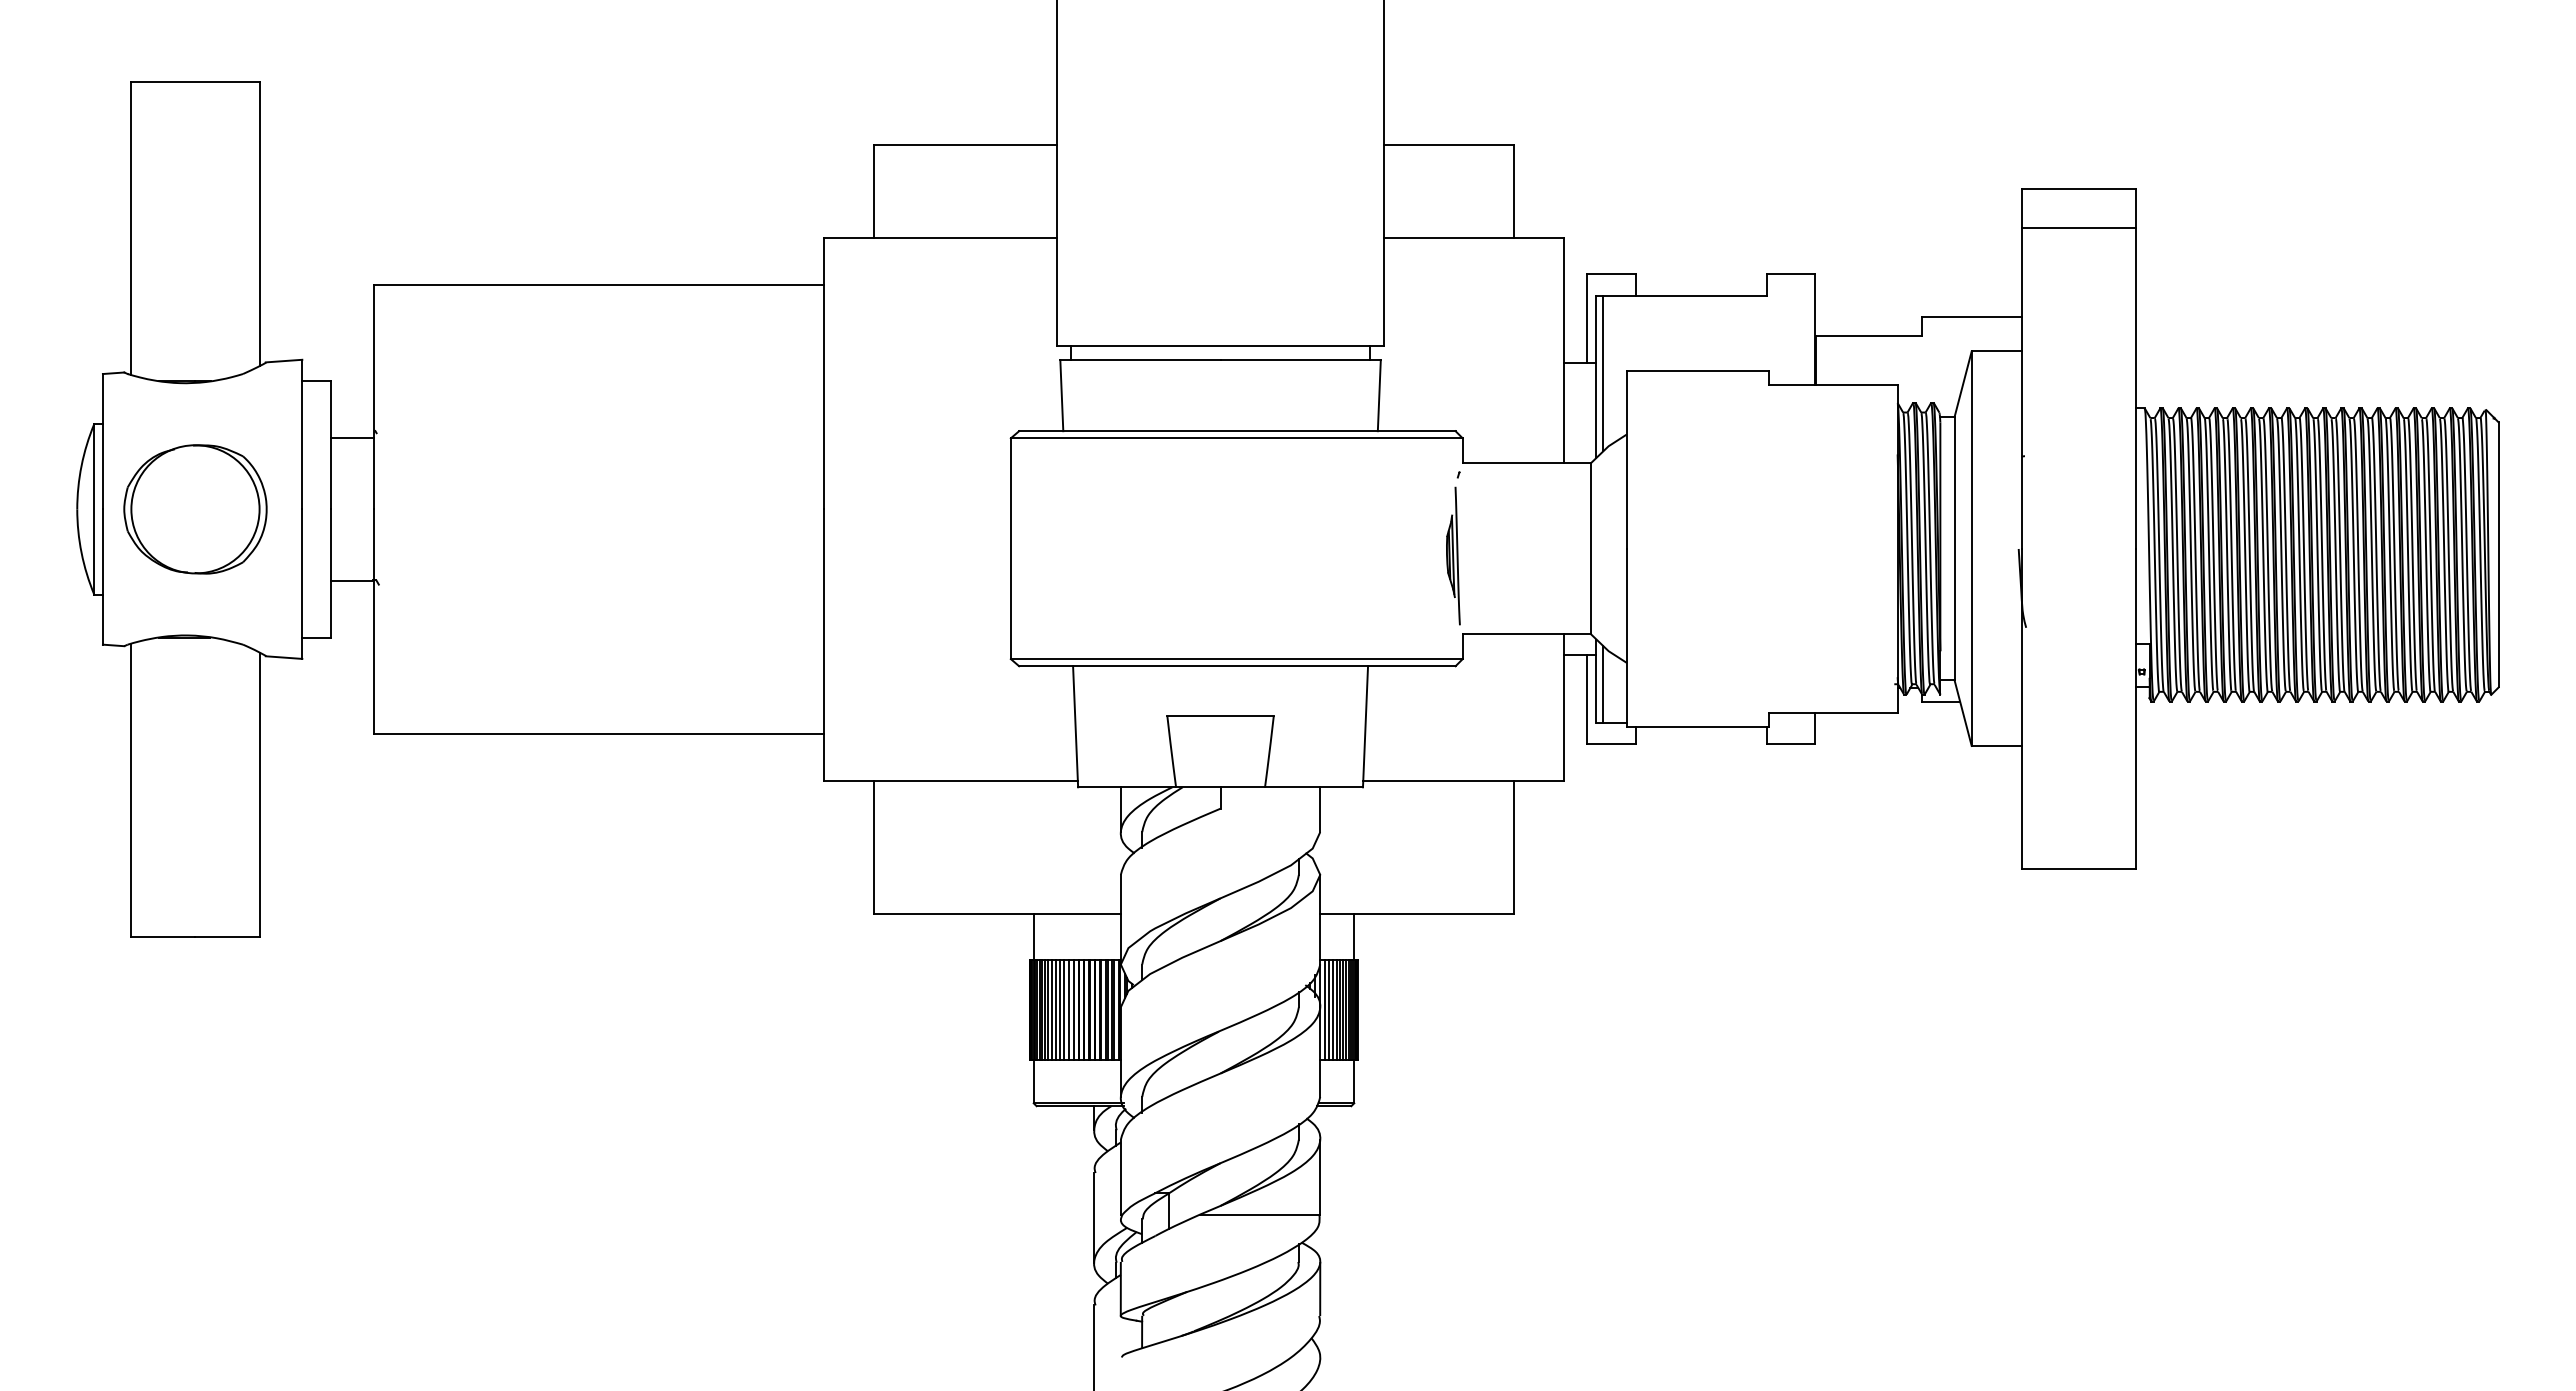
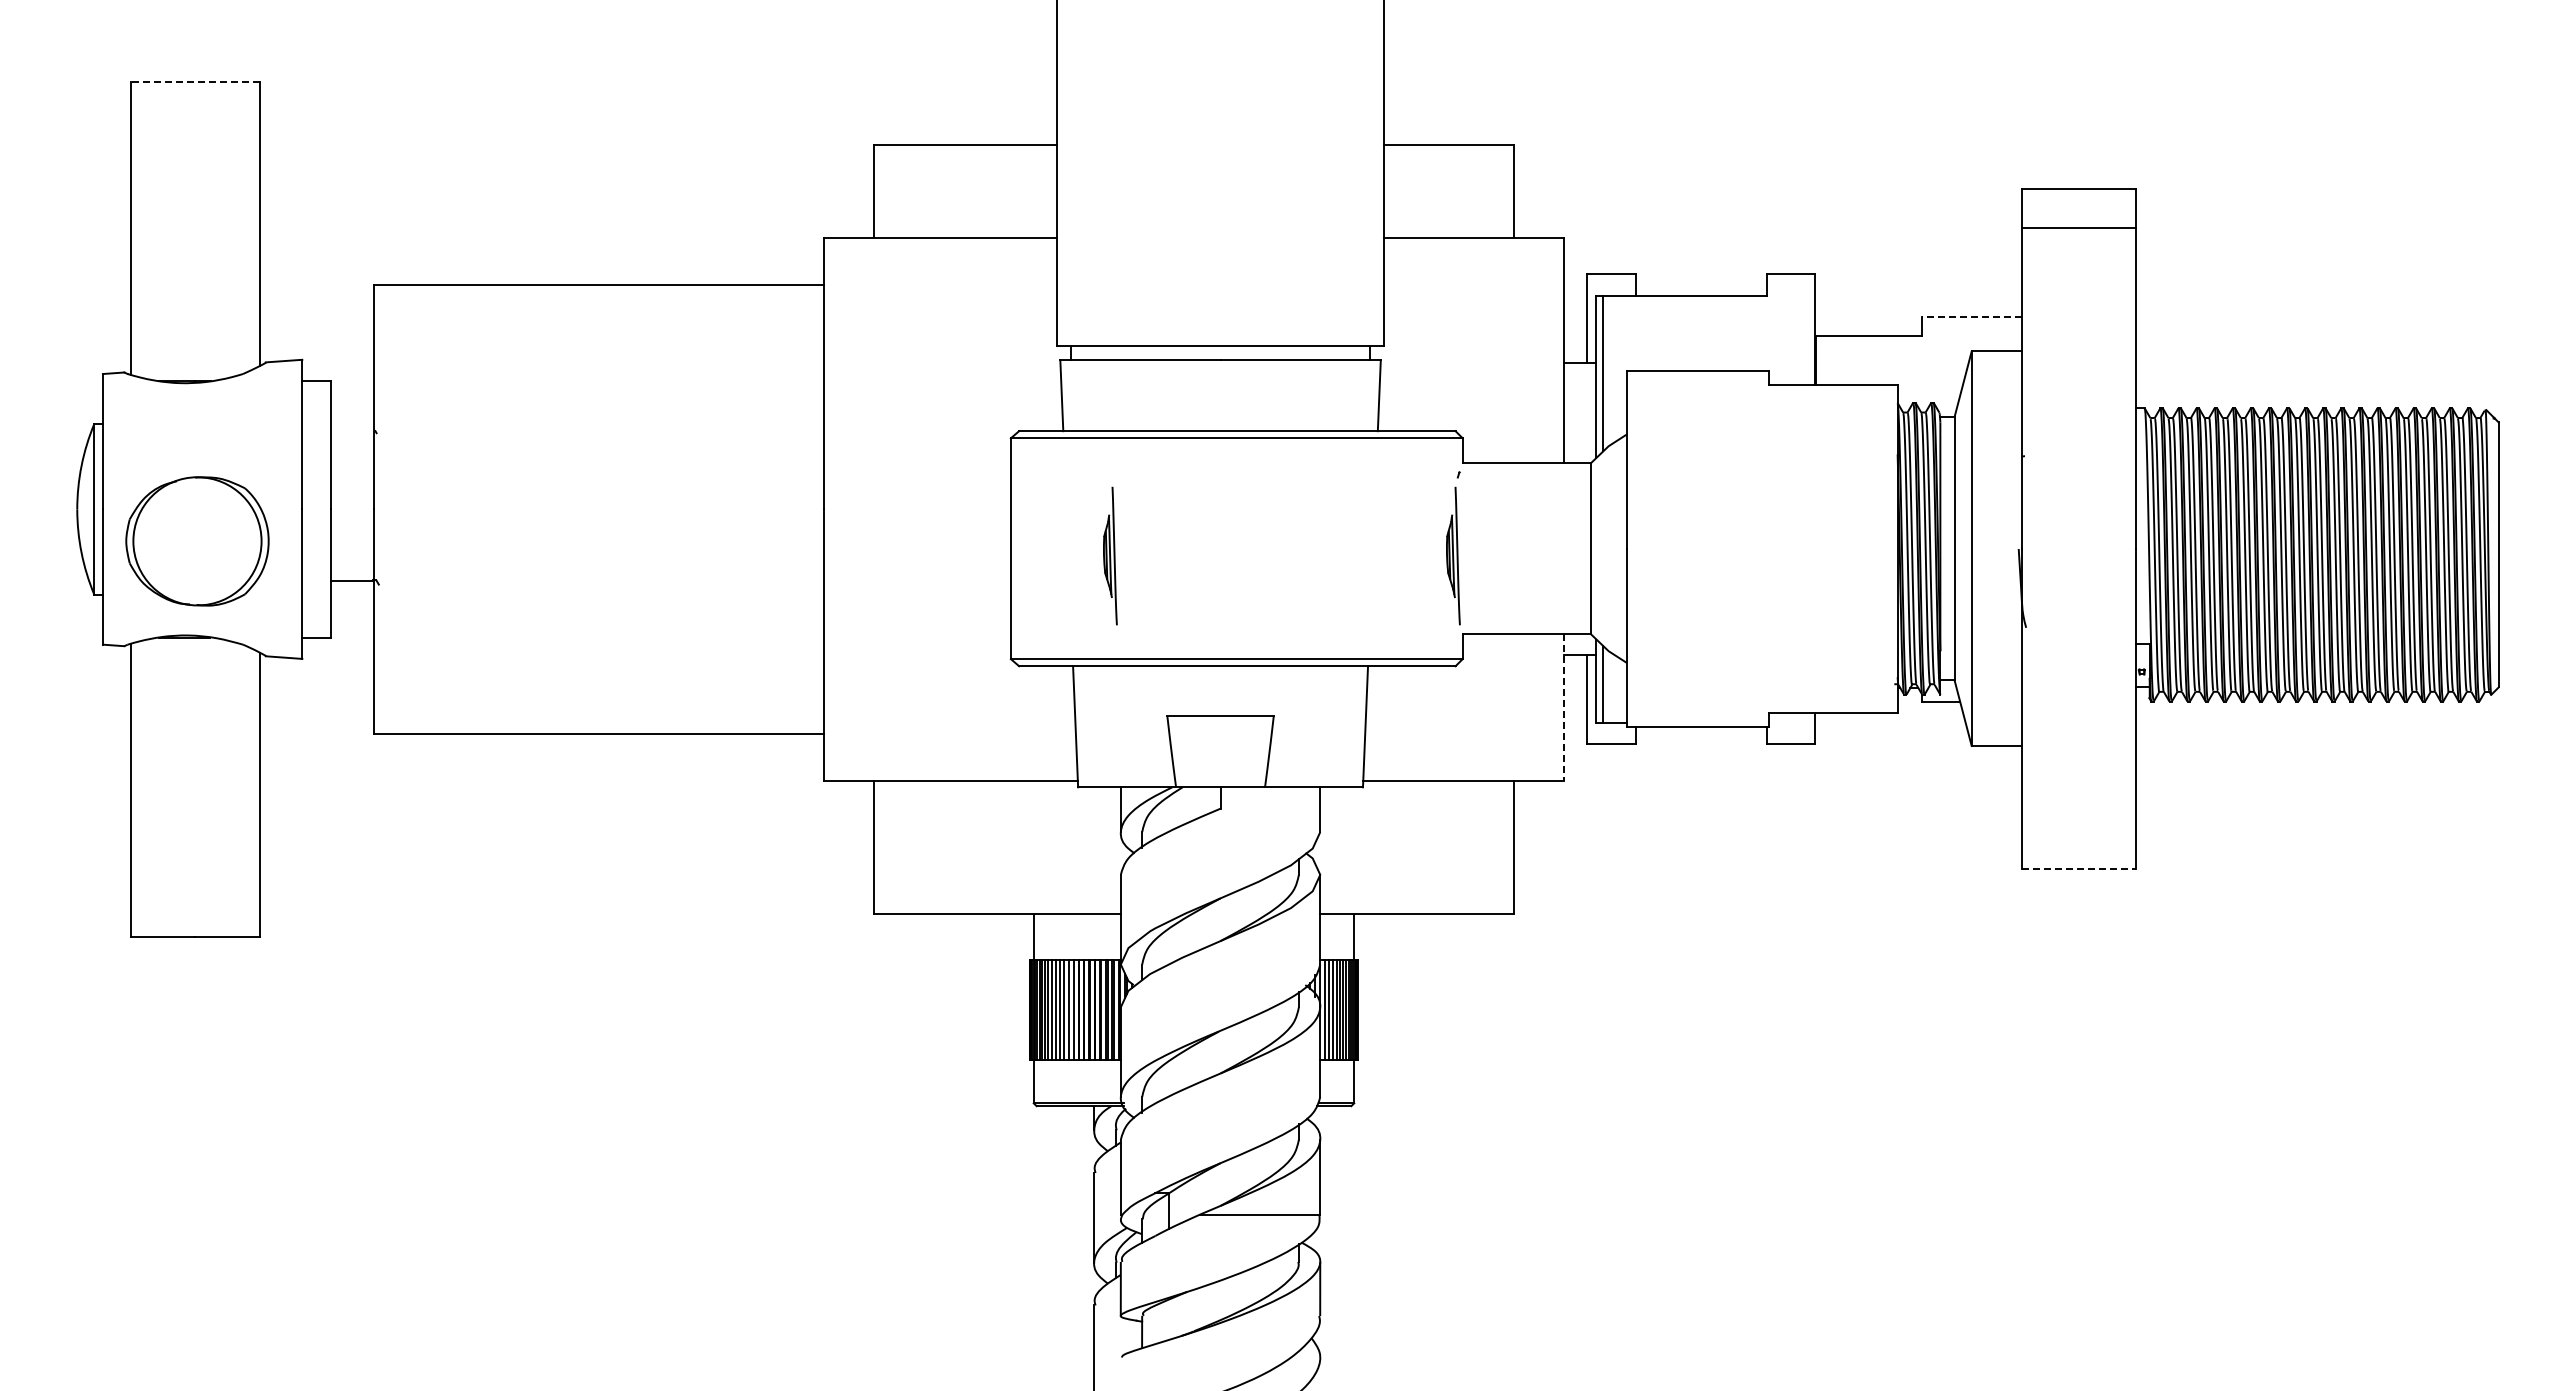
line at (194, 82): solid -> dashed
line at (1971, 317): solid -> dashed
line at (351, 438): present -> none
part at (195, 509) position: (195, 509) -> (197, 541)
part at (1110, 555): none -> present
line at (1564, 707): solid -> dashed
line at (2078, 869): solid -> dashed
